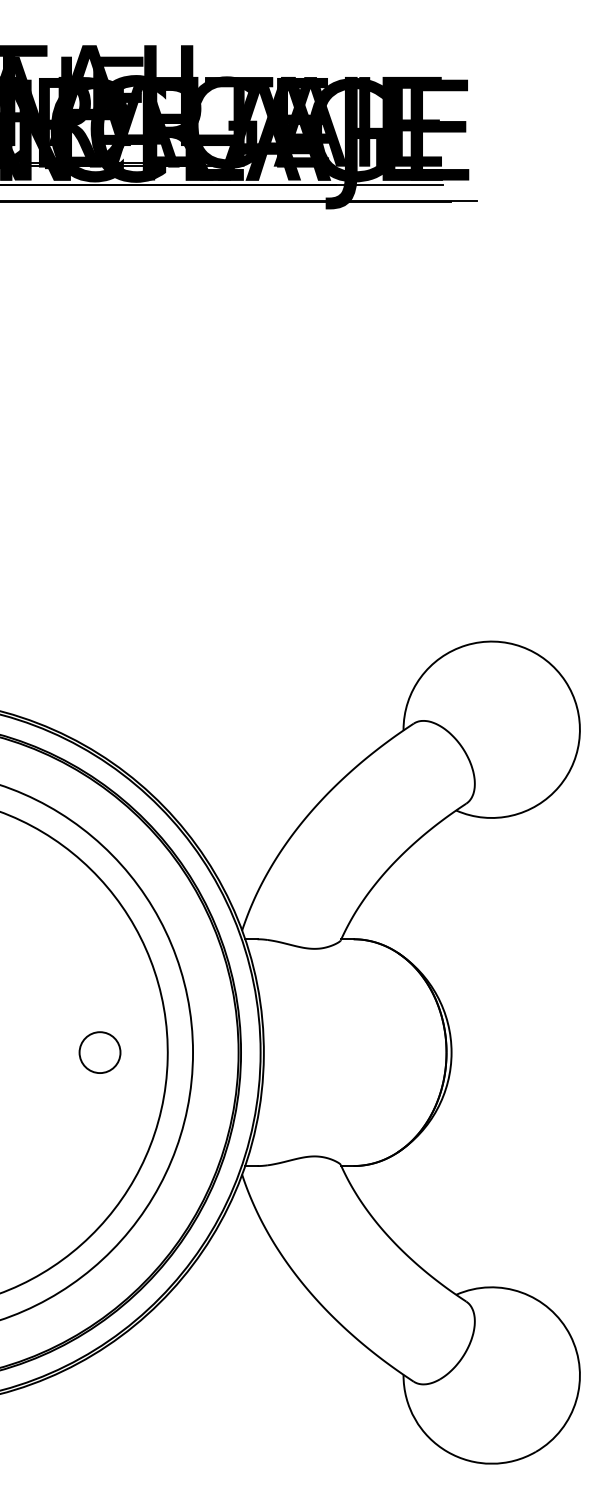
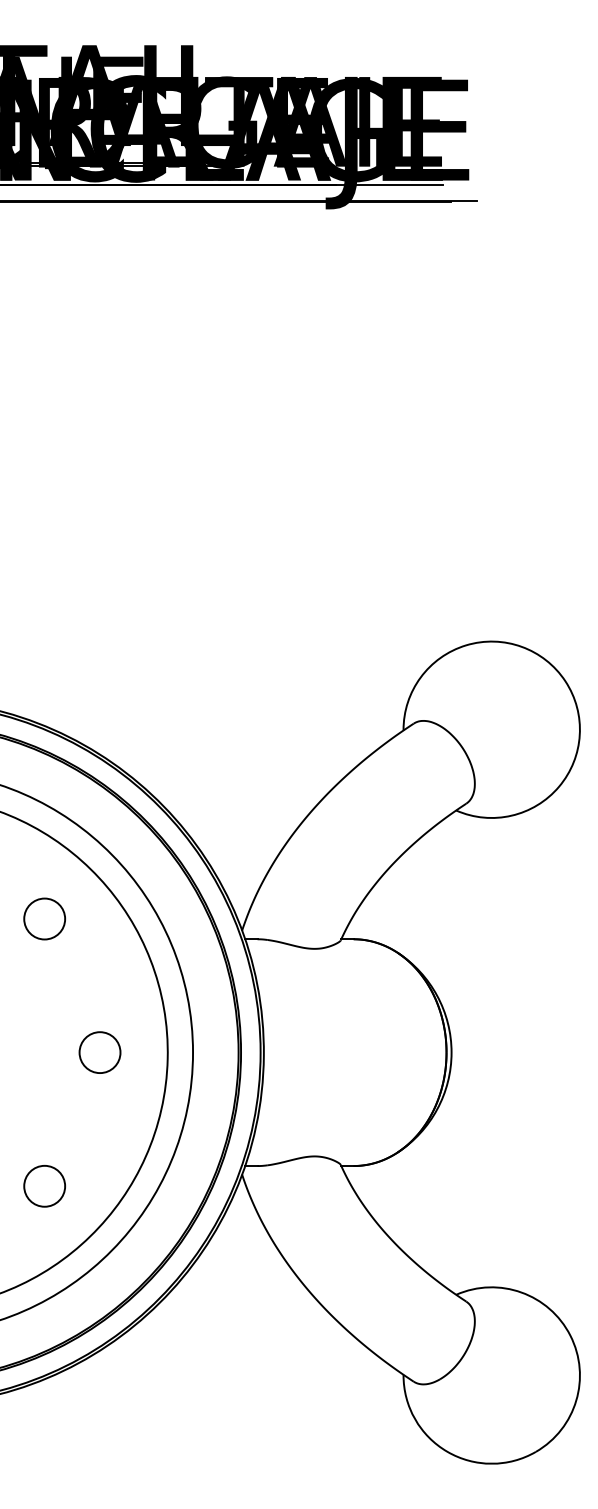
circle at (44, 918): none -> present
circle at (44, 1186): none -> present
